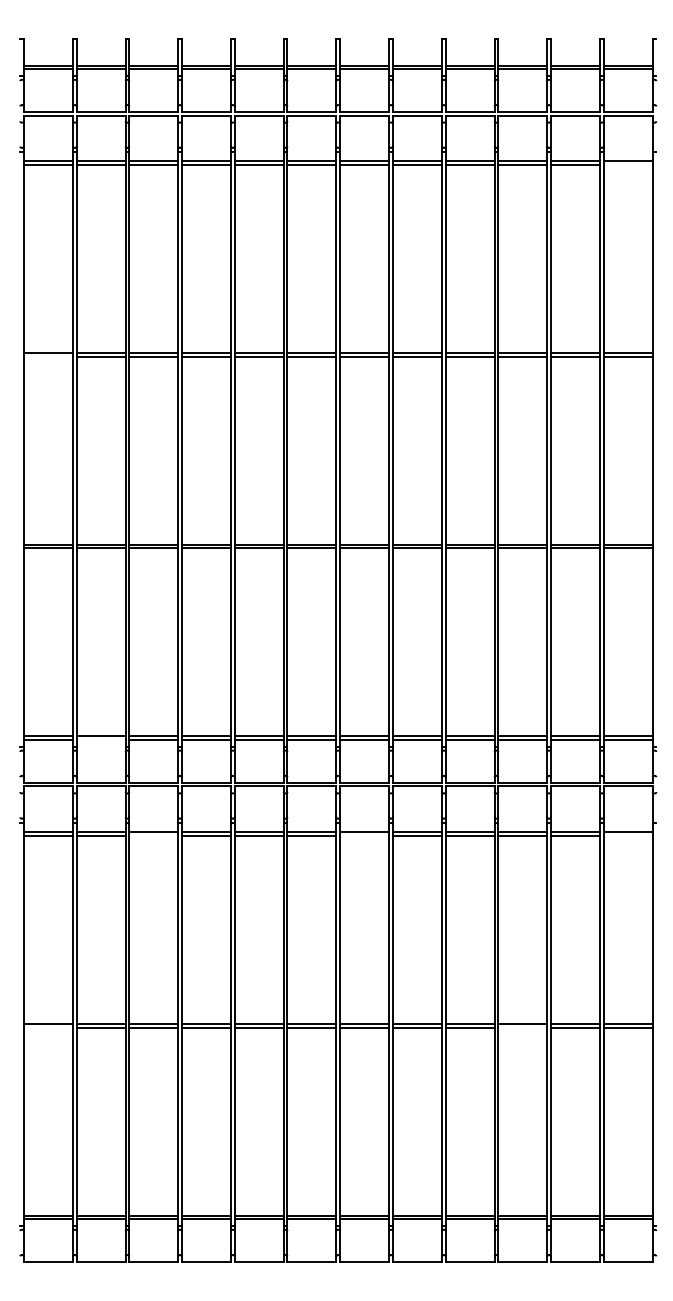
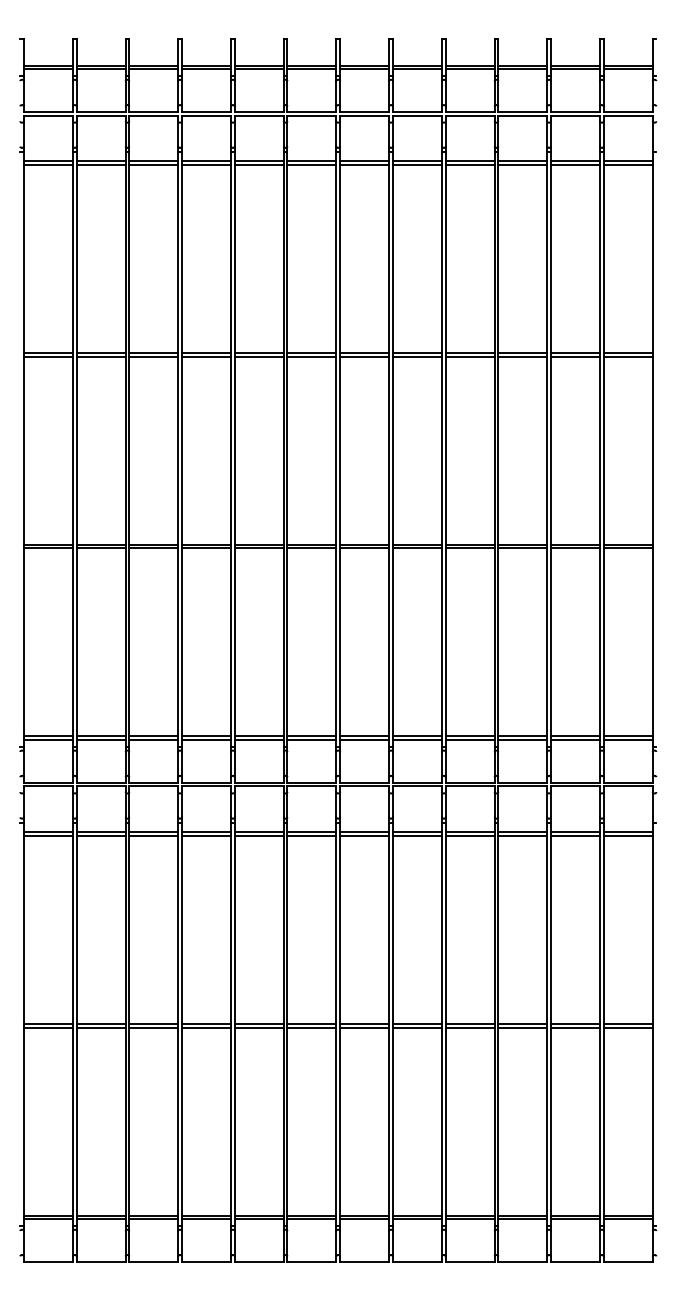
line at (627, 165): none -> present
line at (47, 356): none -> present
line at (100, 740): none -> present
line at (153, 835): none -> present
line at (364, 835): none -> present
line at (627, 835): none -> present
line at (47, 1027): none -> present
line at (522, 1027): none -> present
